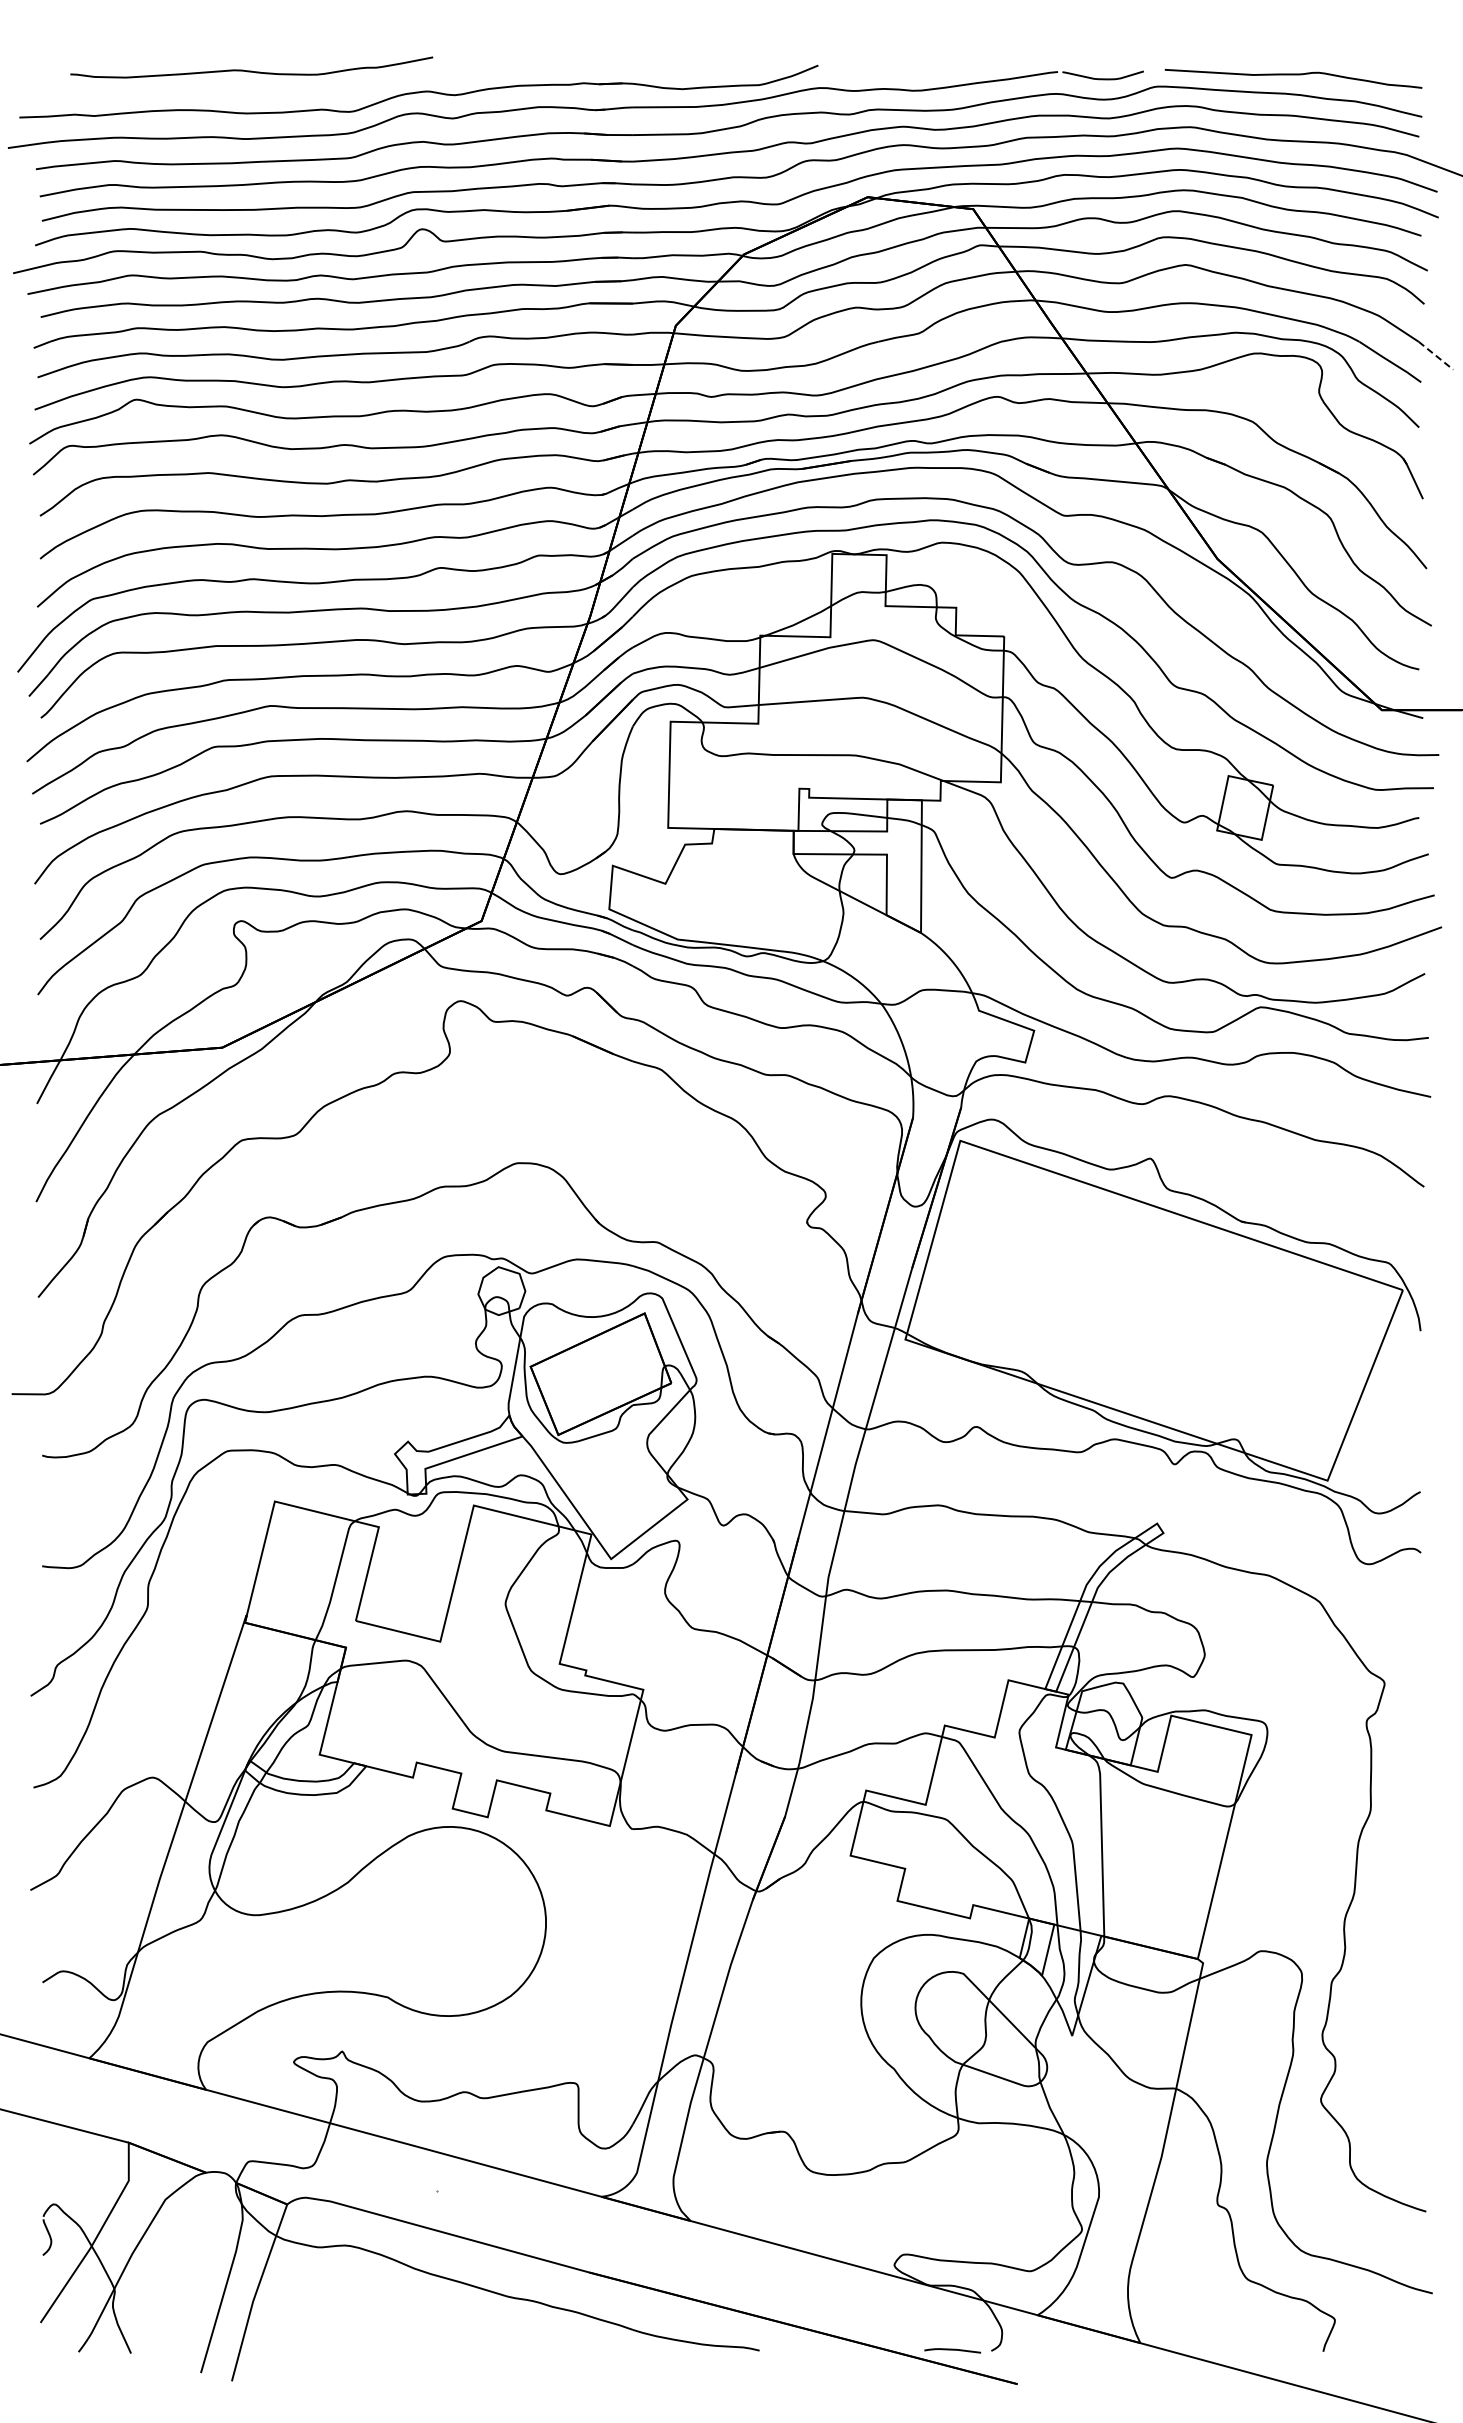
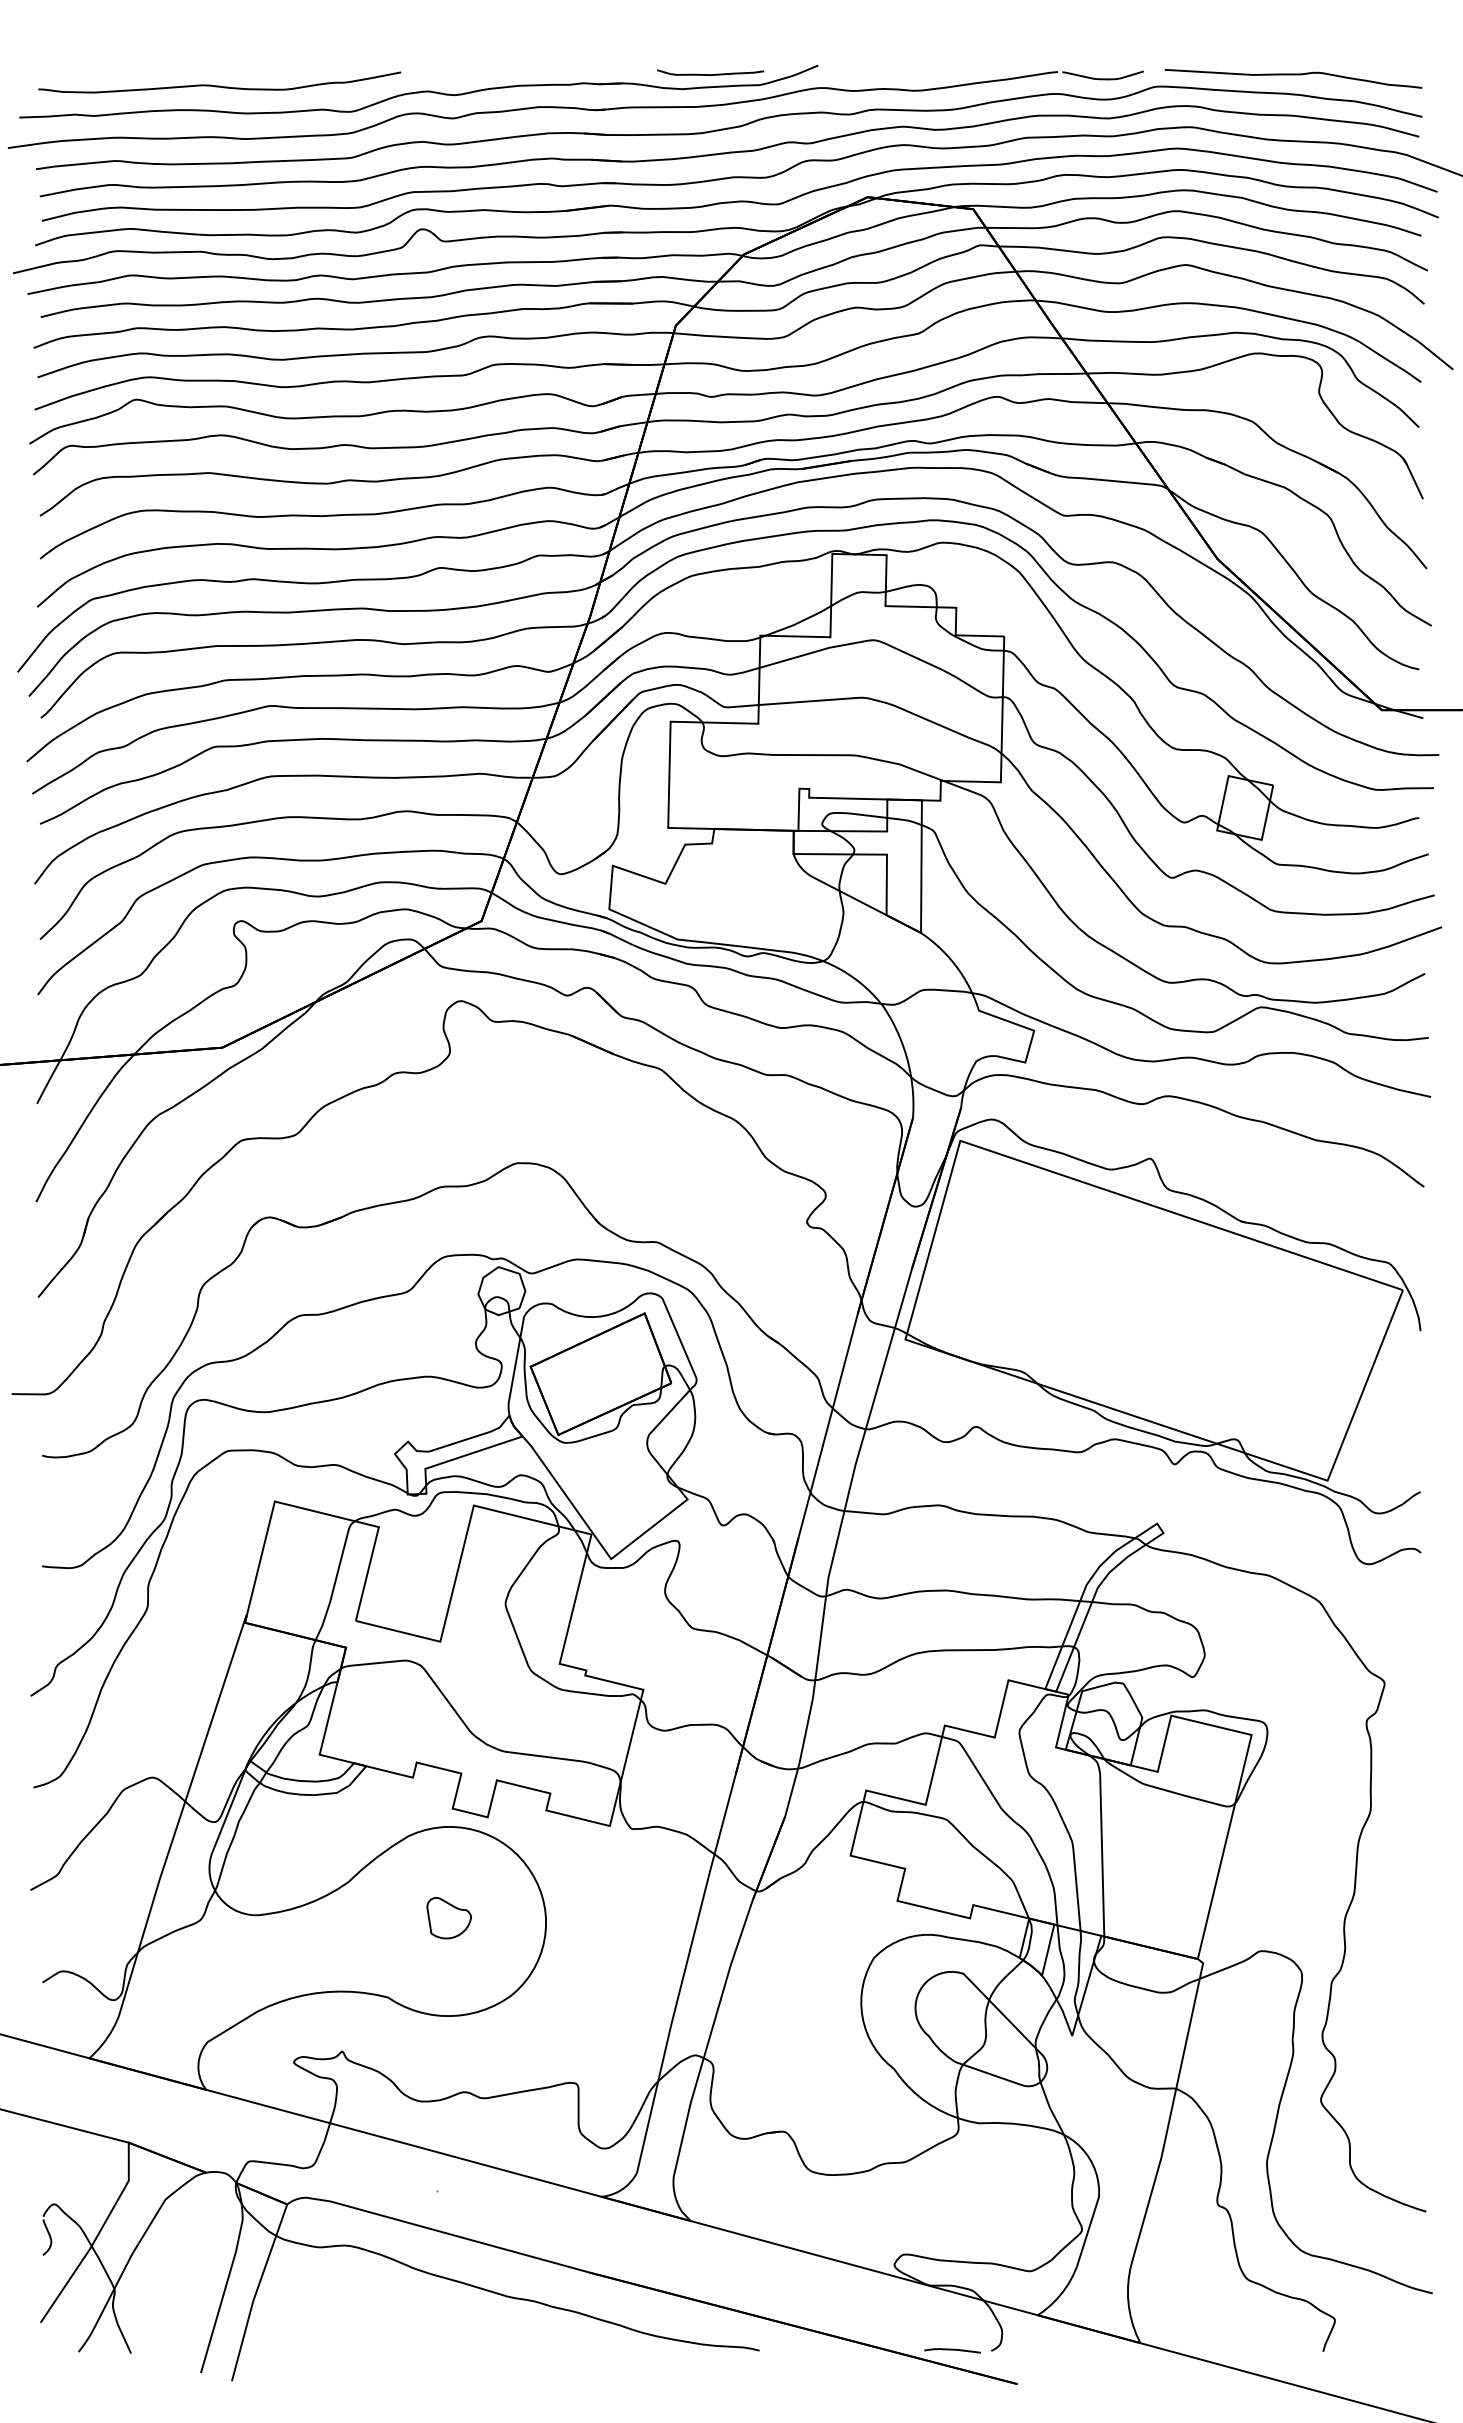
curve at (251, 70) position: (251, 70) -> (219, 85)
curve at (710, 74): none -> present
line at (1436, 356): dashed -> solid
part at (449, 1918): none -> present
